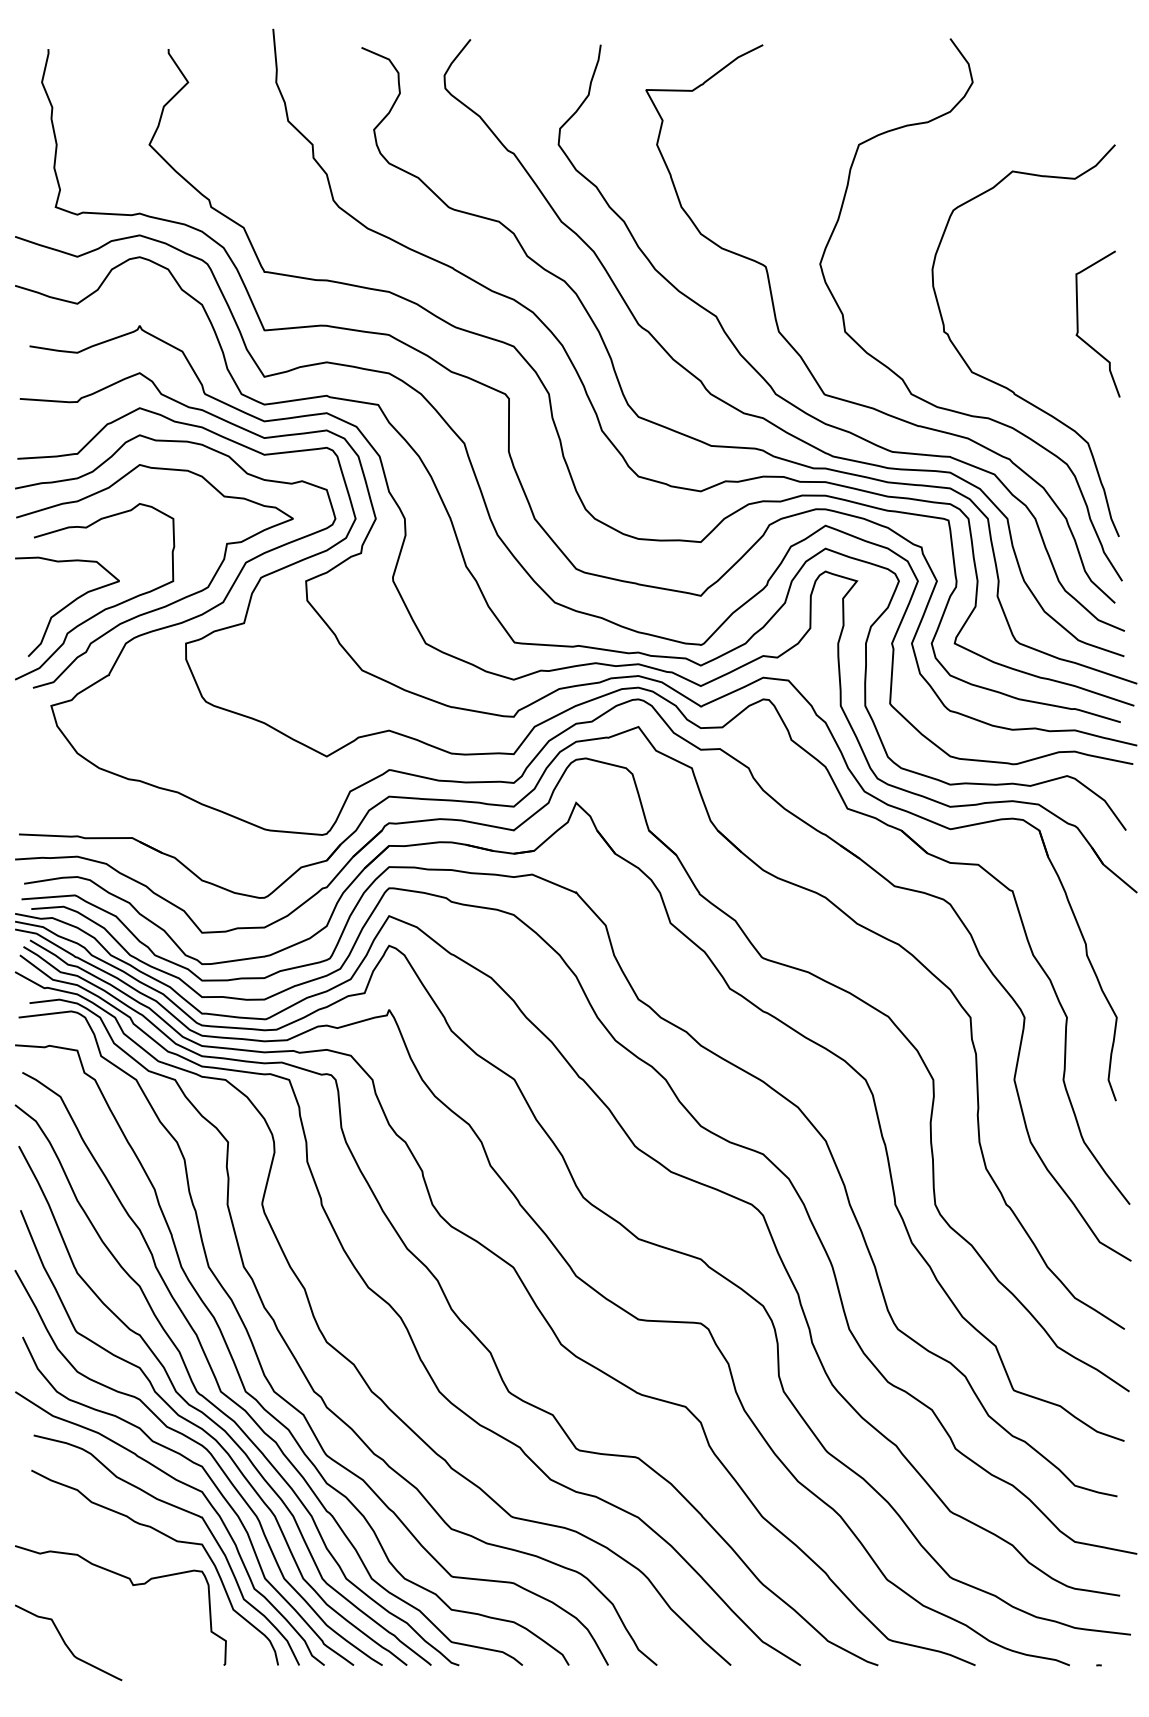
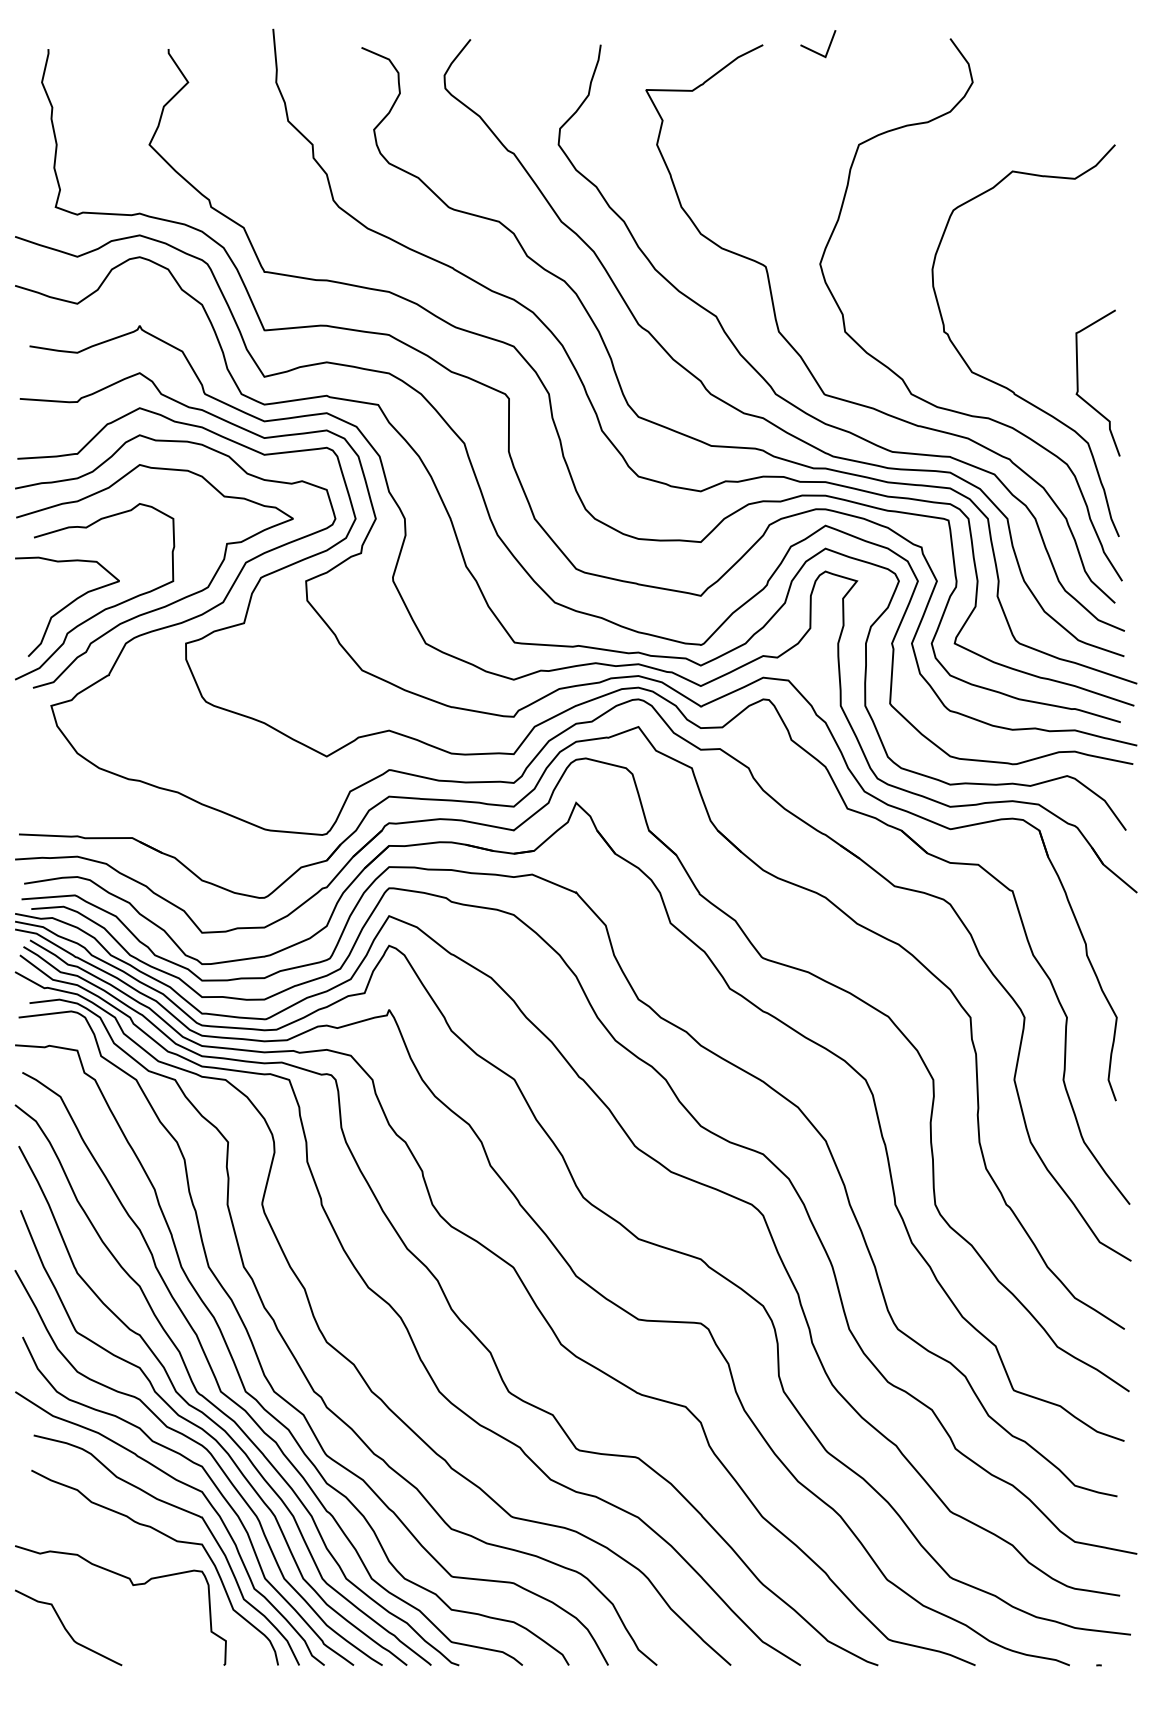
line at (814, 50): none -> present
curve at (1078, 323) position: (1078, 323) -> (1078, 382)
curve at (66, 1643) position: (66, 1643) -> (66, 1628)
